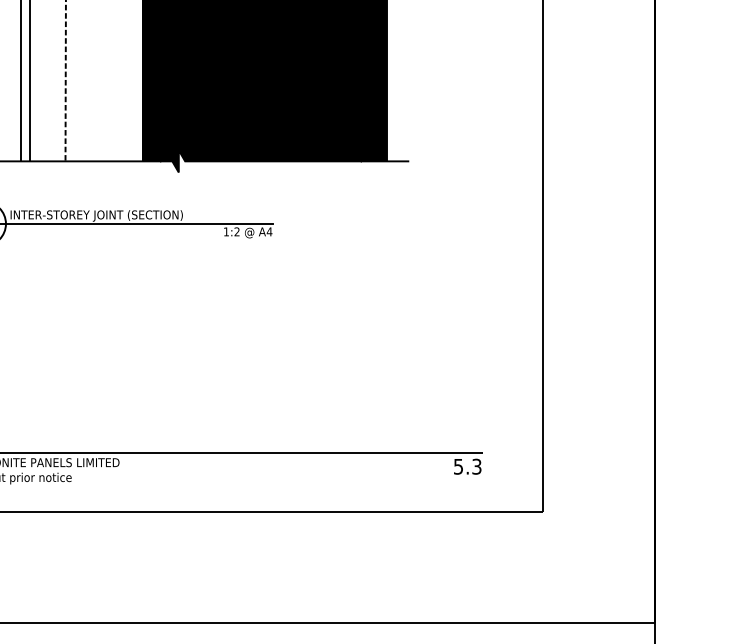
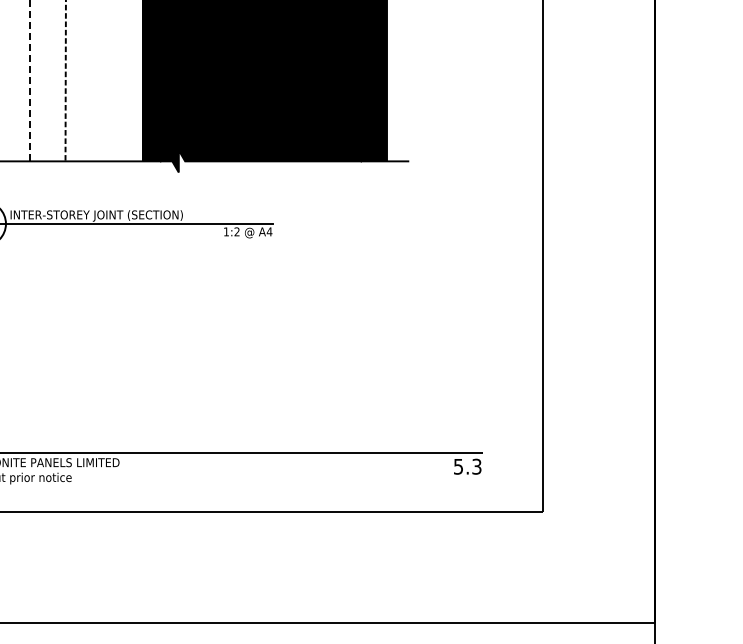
line at (30, 80): solid -> dashed
line at (21, 81): present -> none
